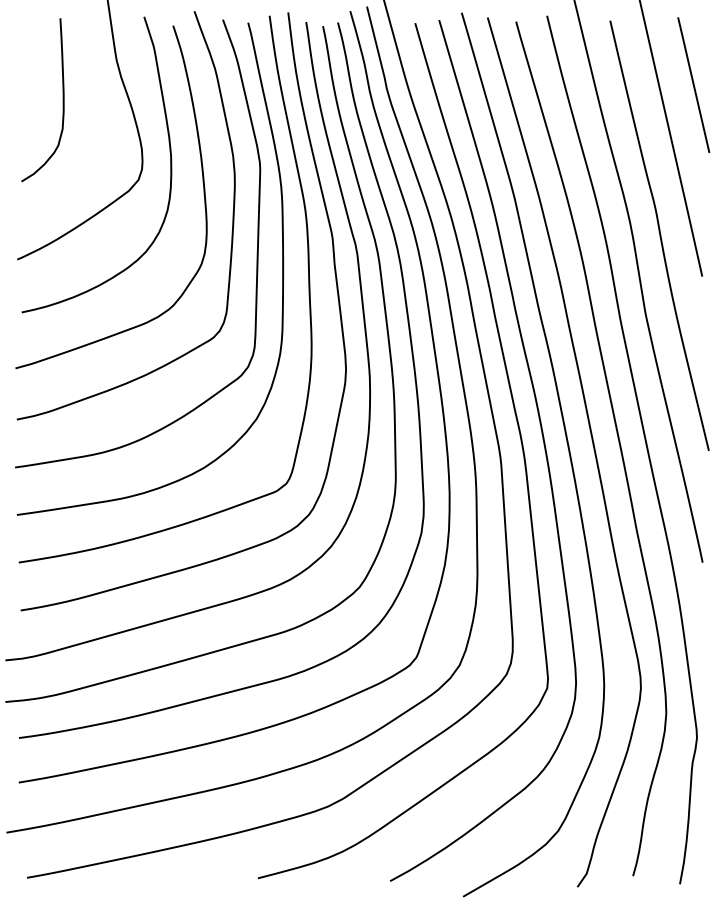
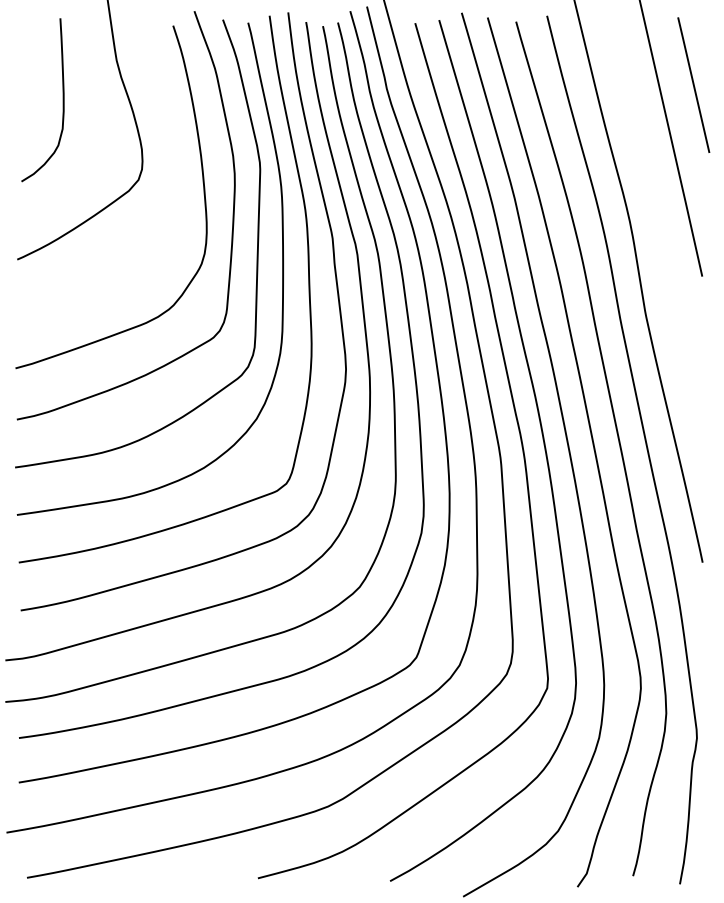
curve at (169, 152): present -> none
curve at (659, 235): present -> none
